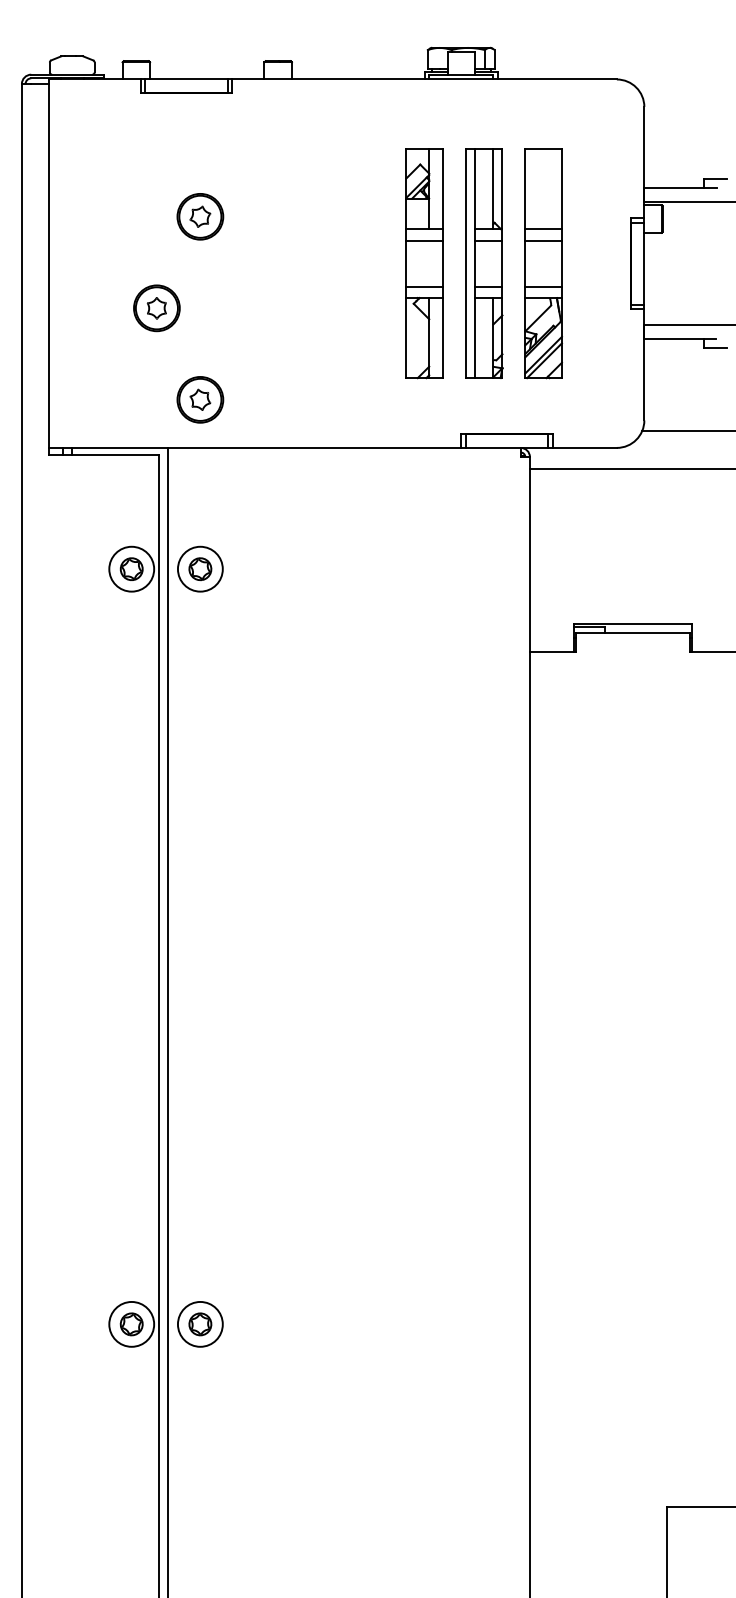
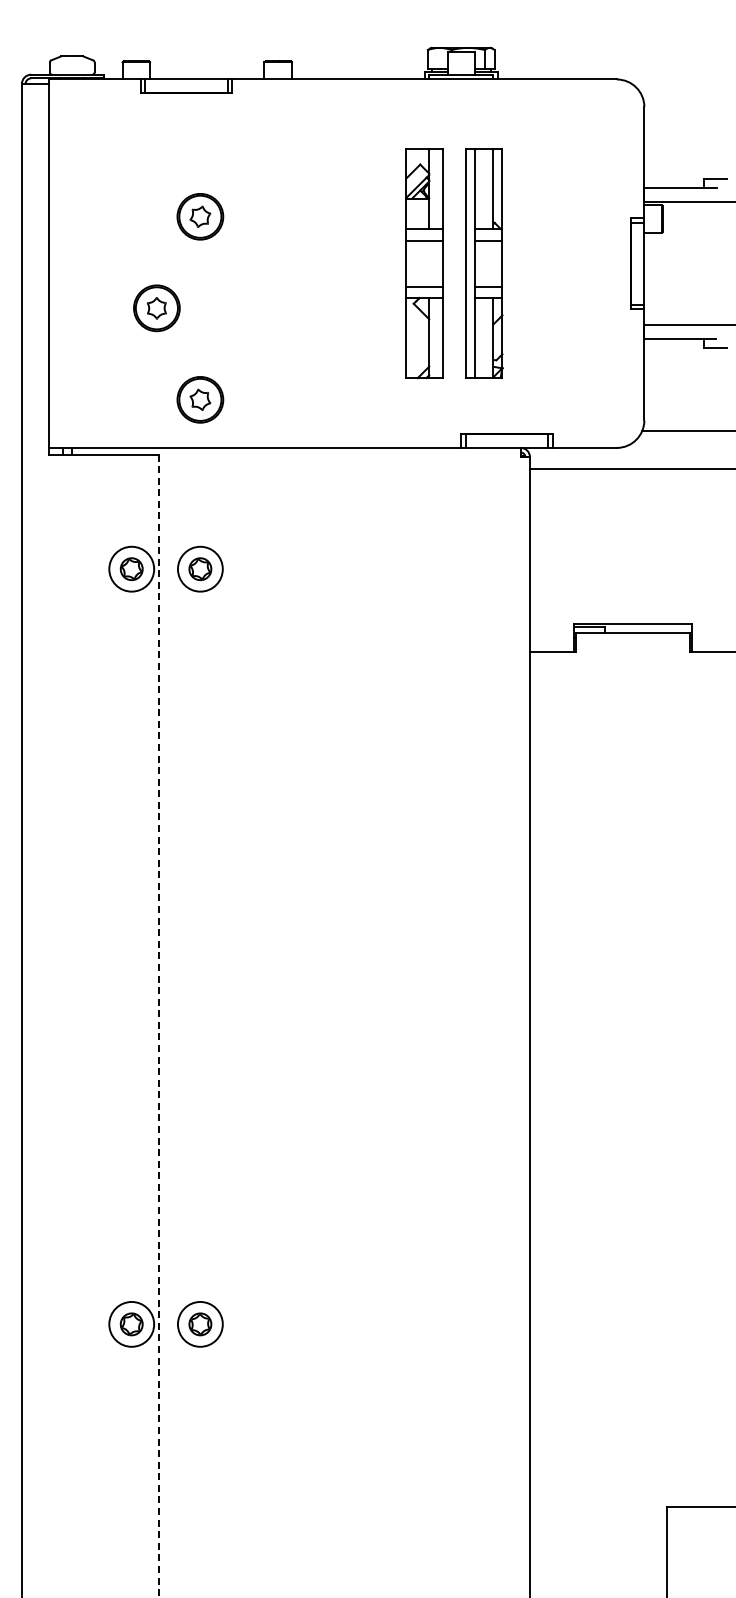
part at (543, 263): present -> none
line at (168, 1020): present -> none
line at (159, 1026): solid -> dashed
